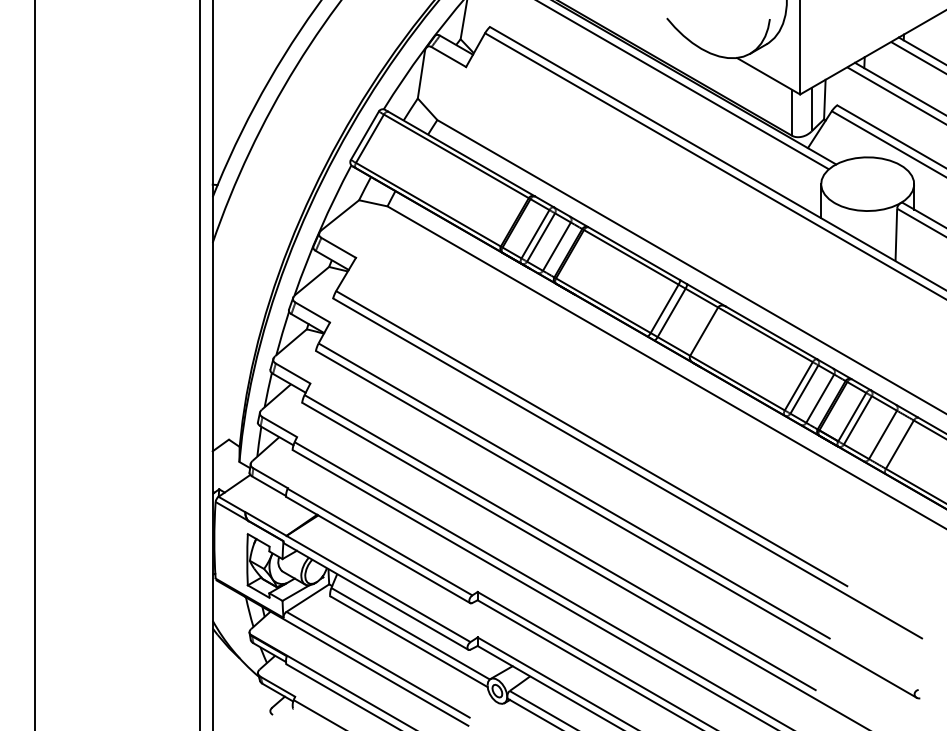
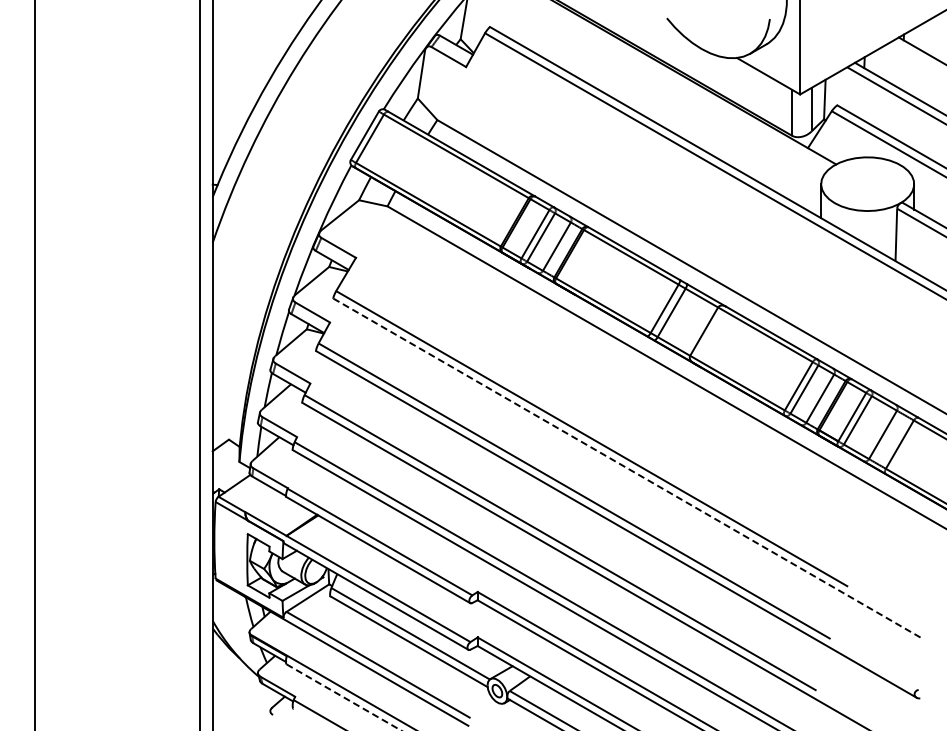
line at (917, 57): present -> none
line at (683, 85): present -> none
line at (627, 468): solid -> dashed
line at (344, 697): solid -> dashed
